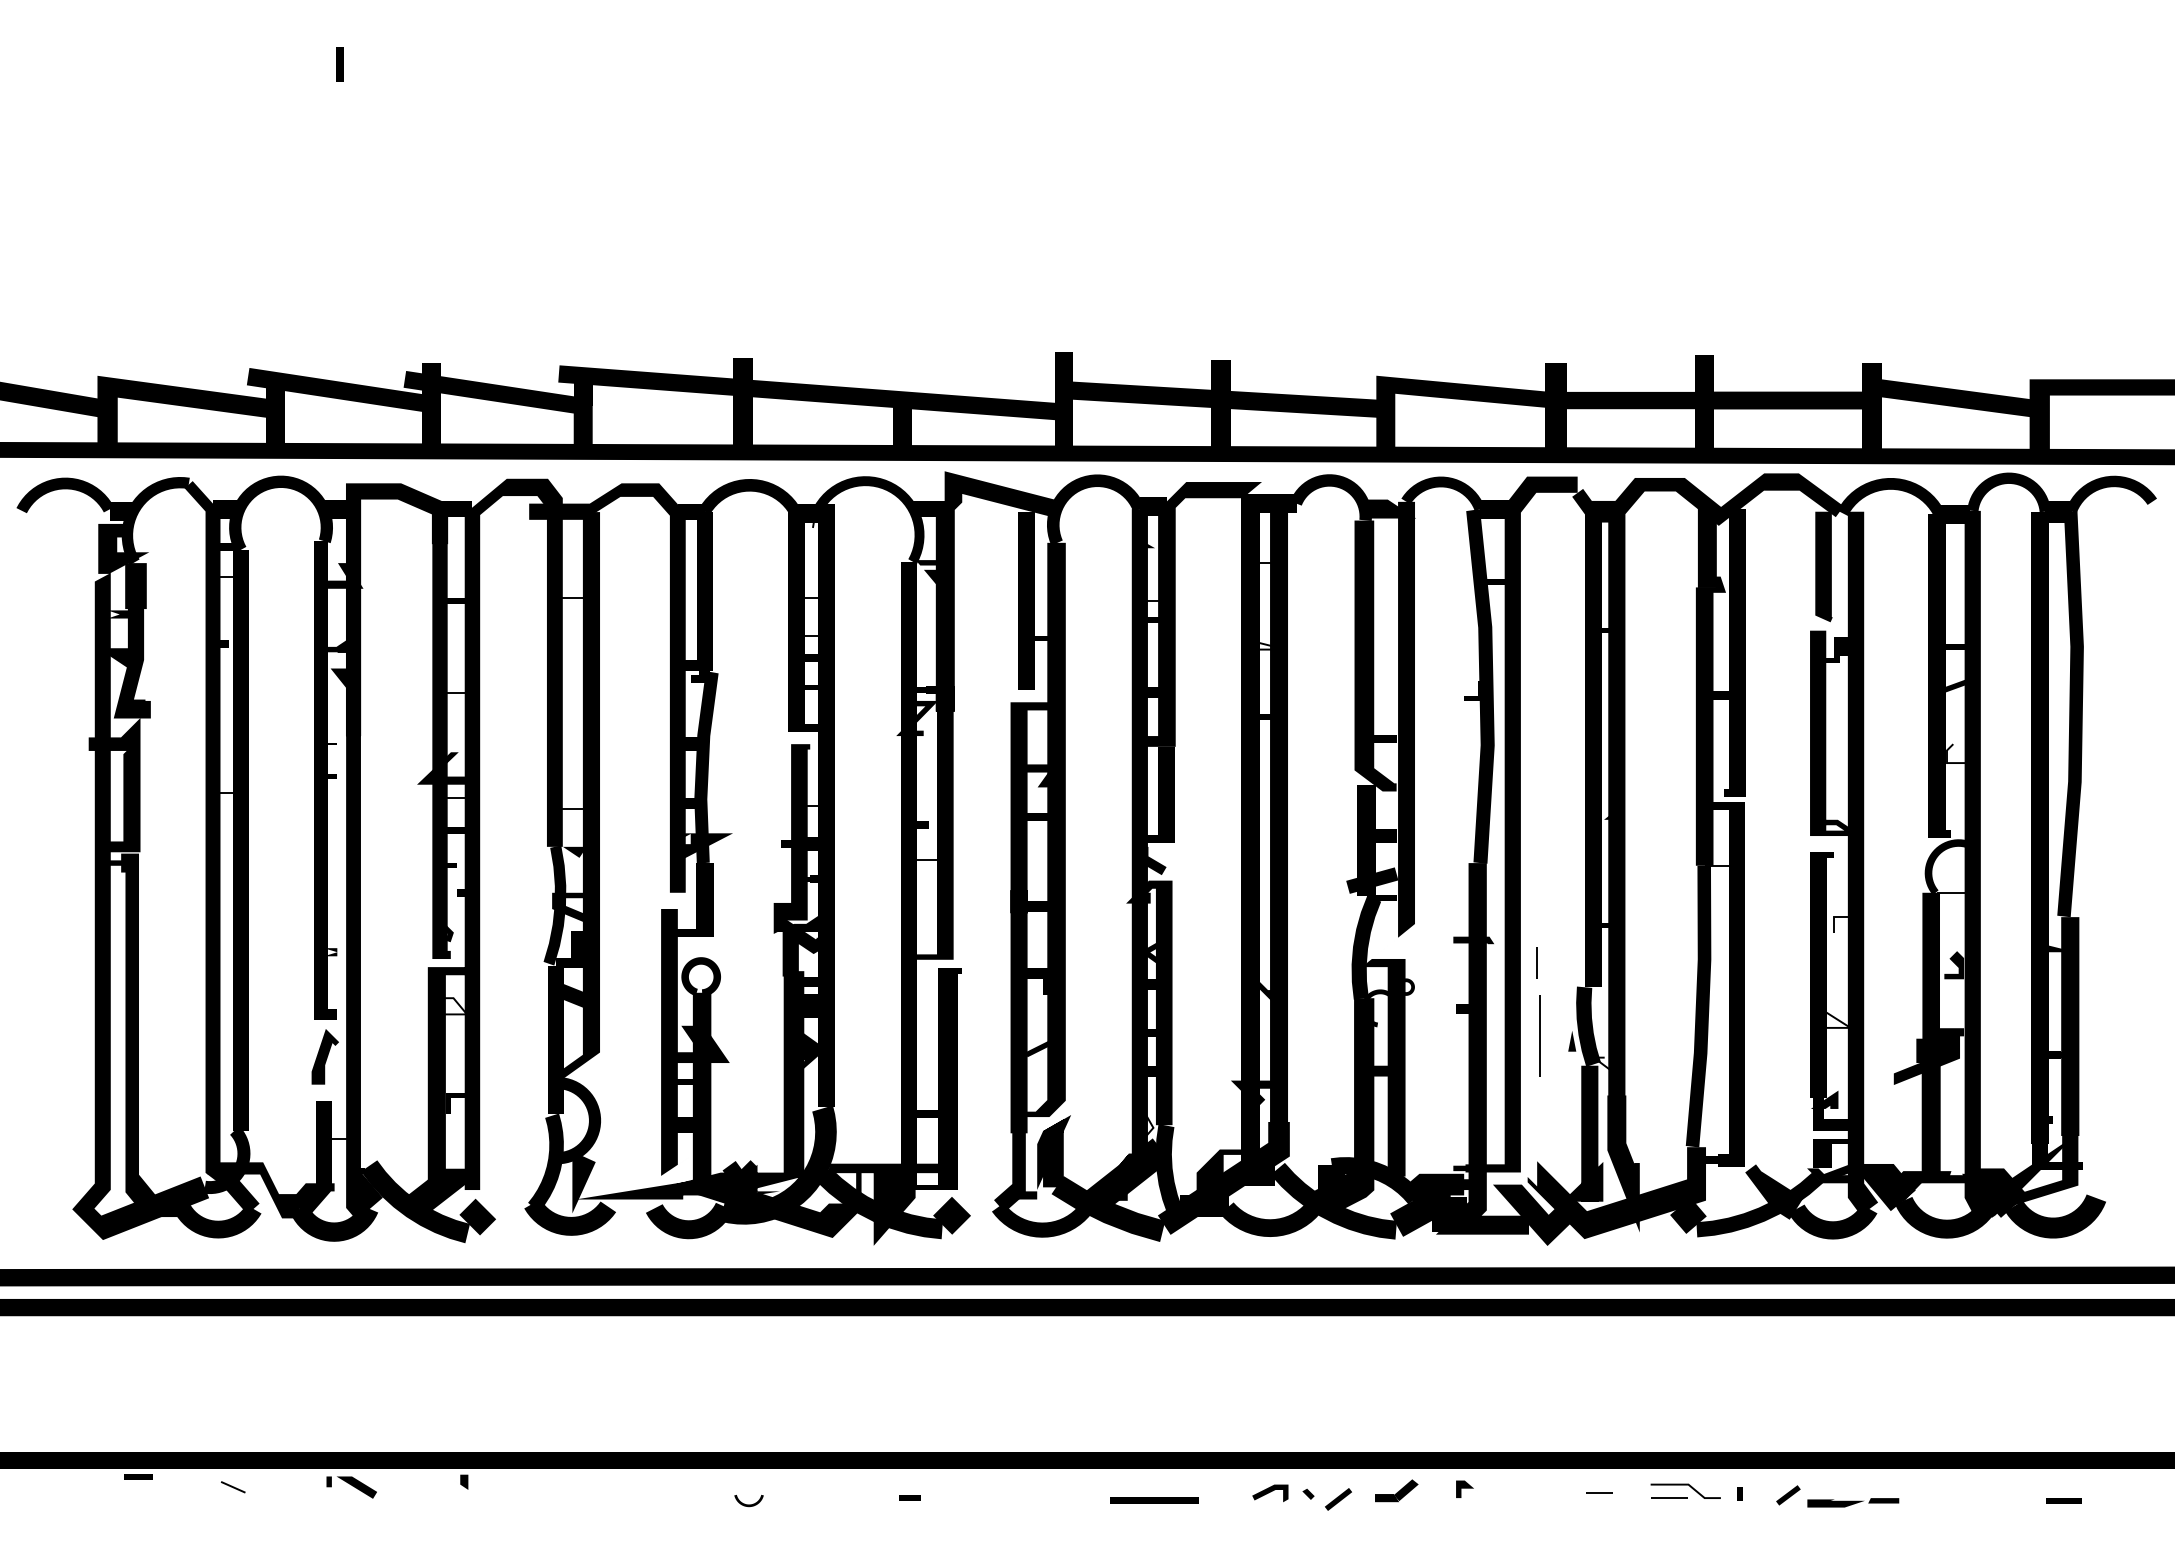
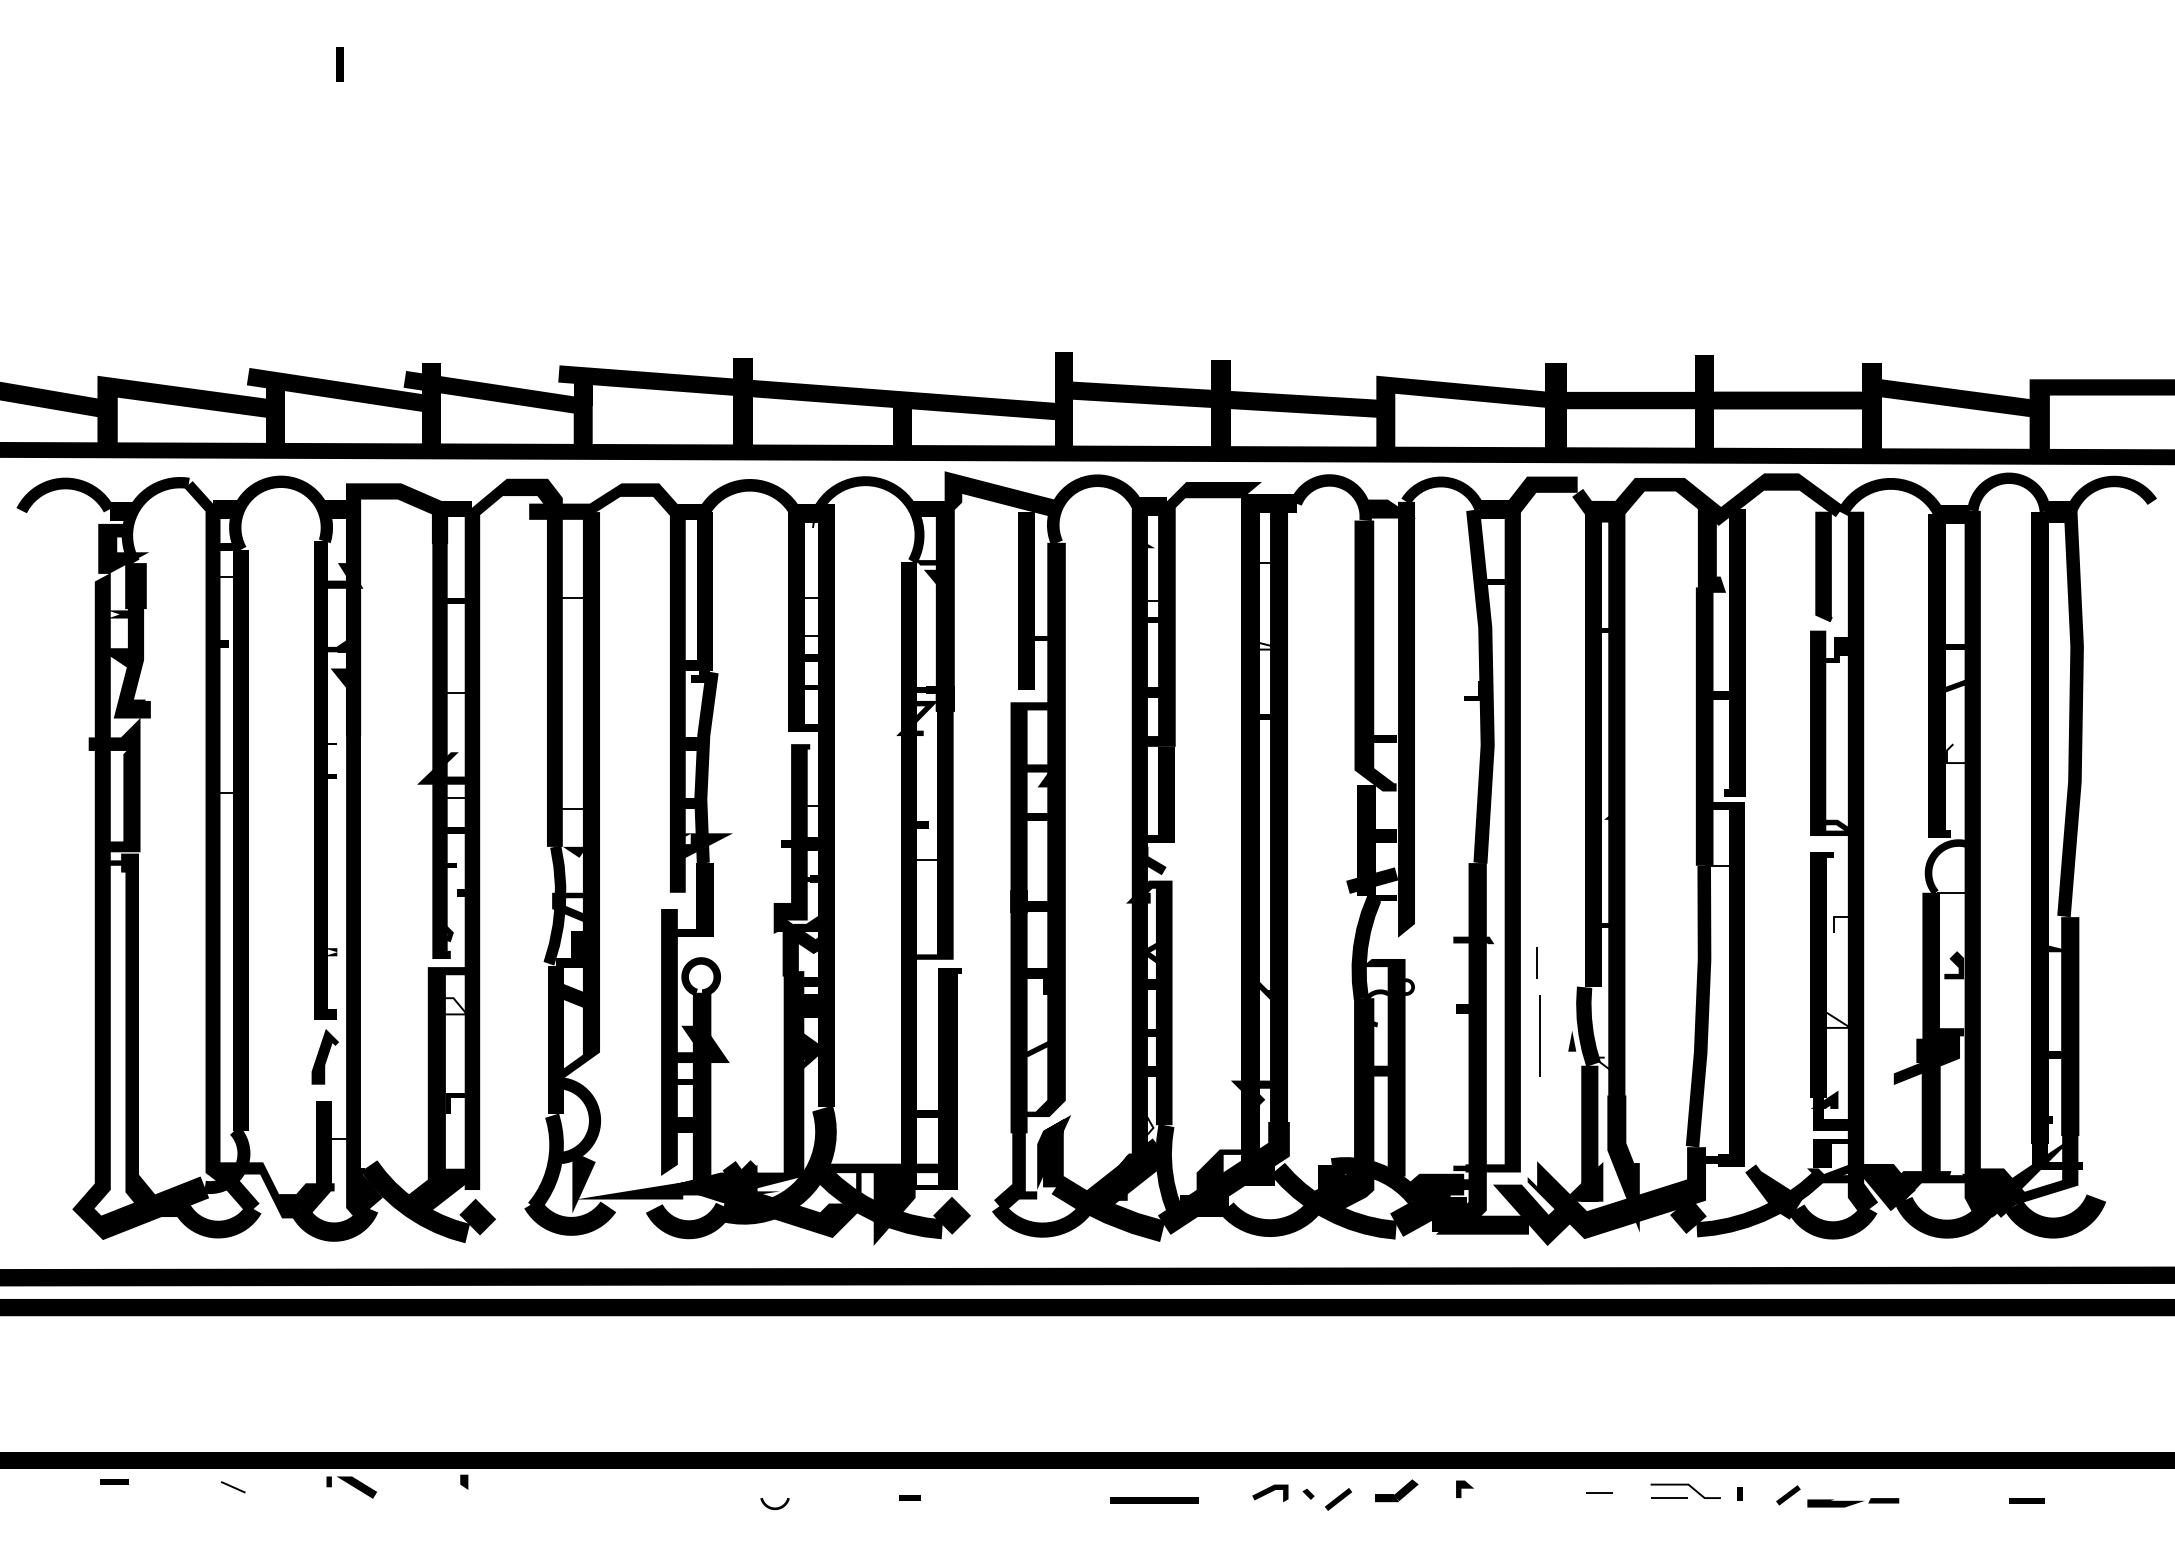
line at (138, 1476) position: (138, 1476) -> (114, 1481)
line at (2063, 1500) position: (2063, 1500) -> (2026, 1500)
curve at (748, 1504) position: (748, 1504) -> (774, 1507)
